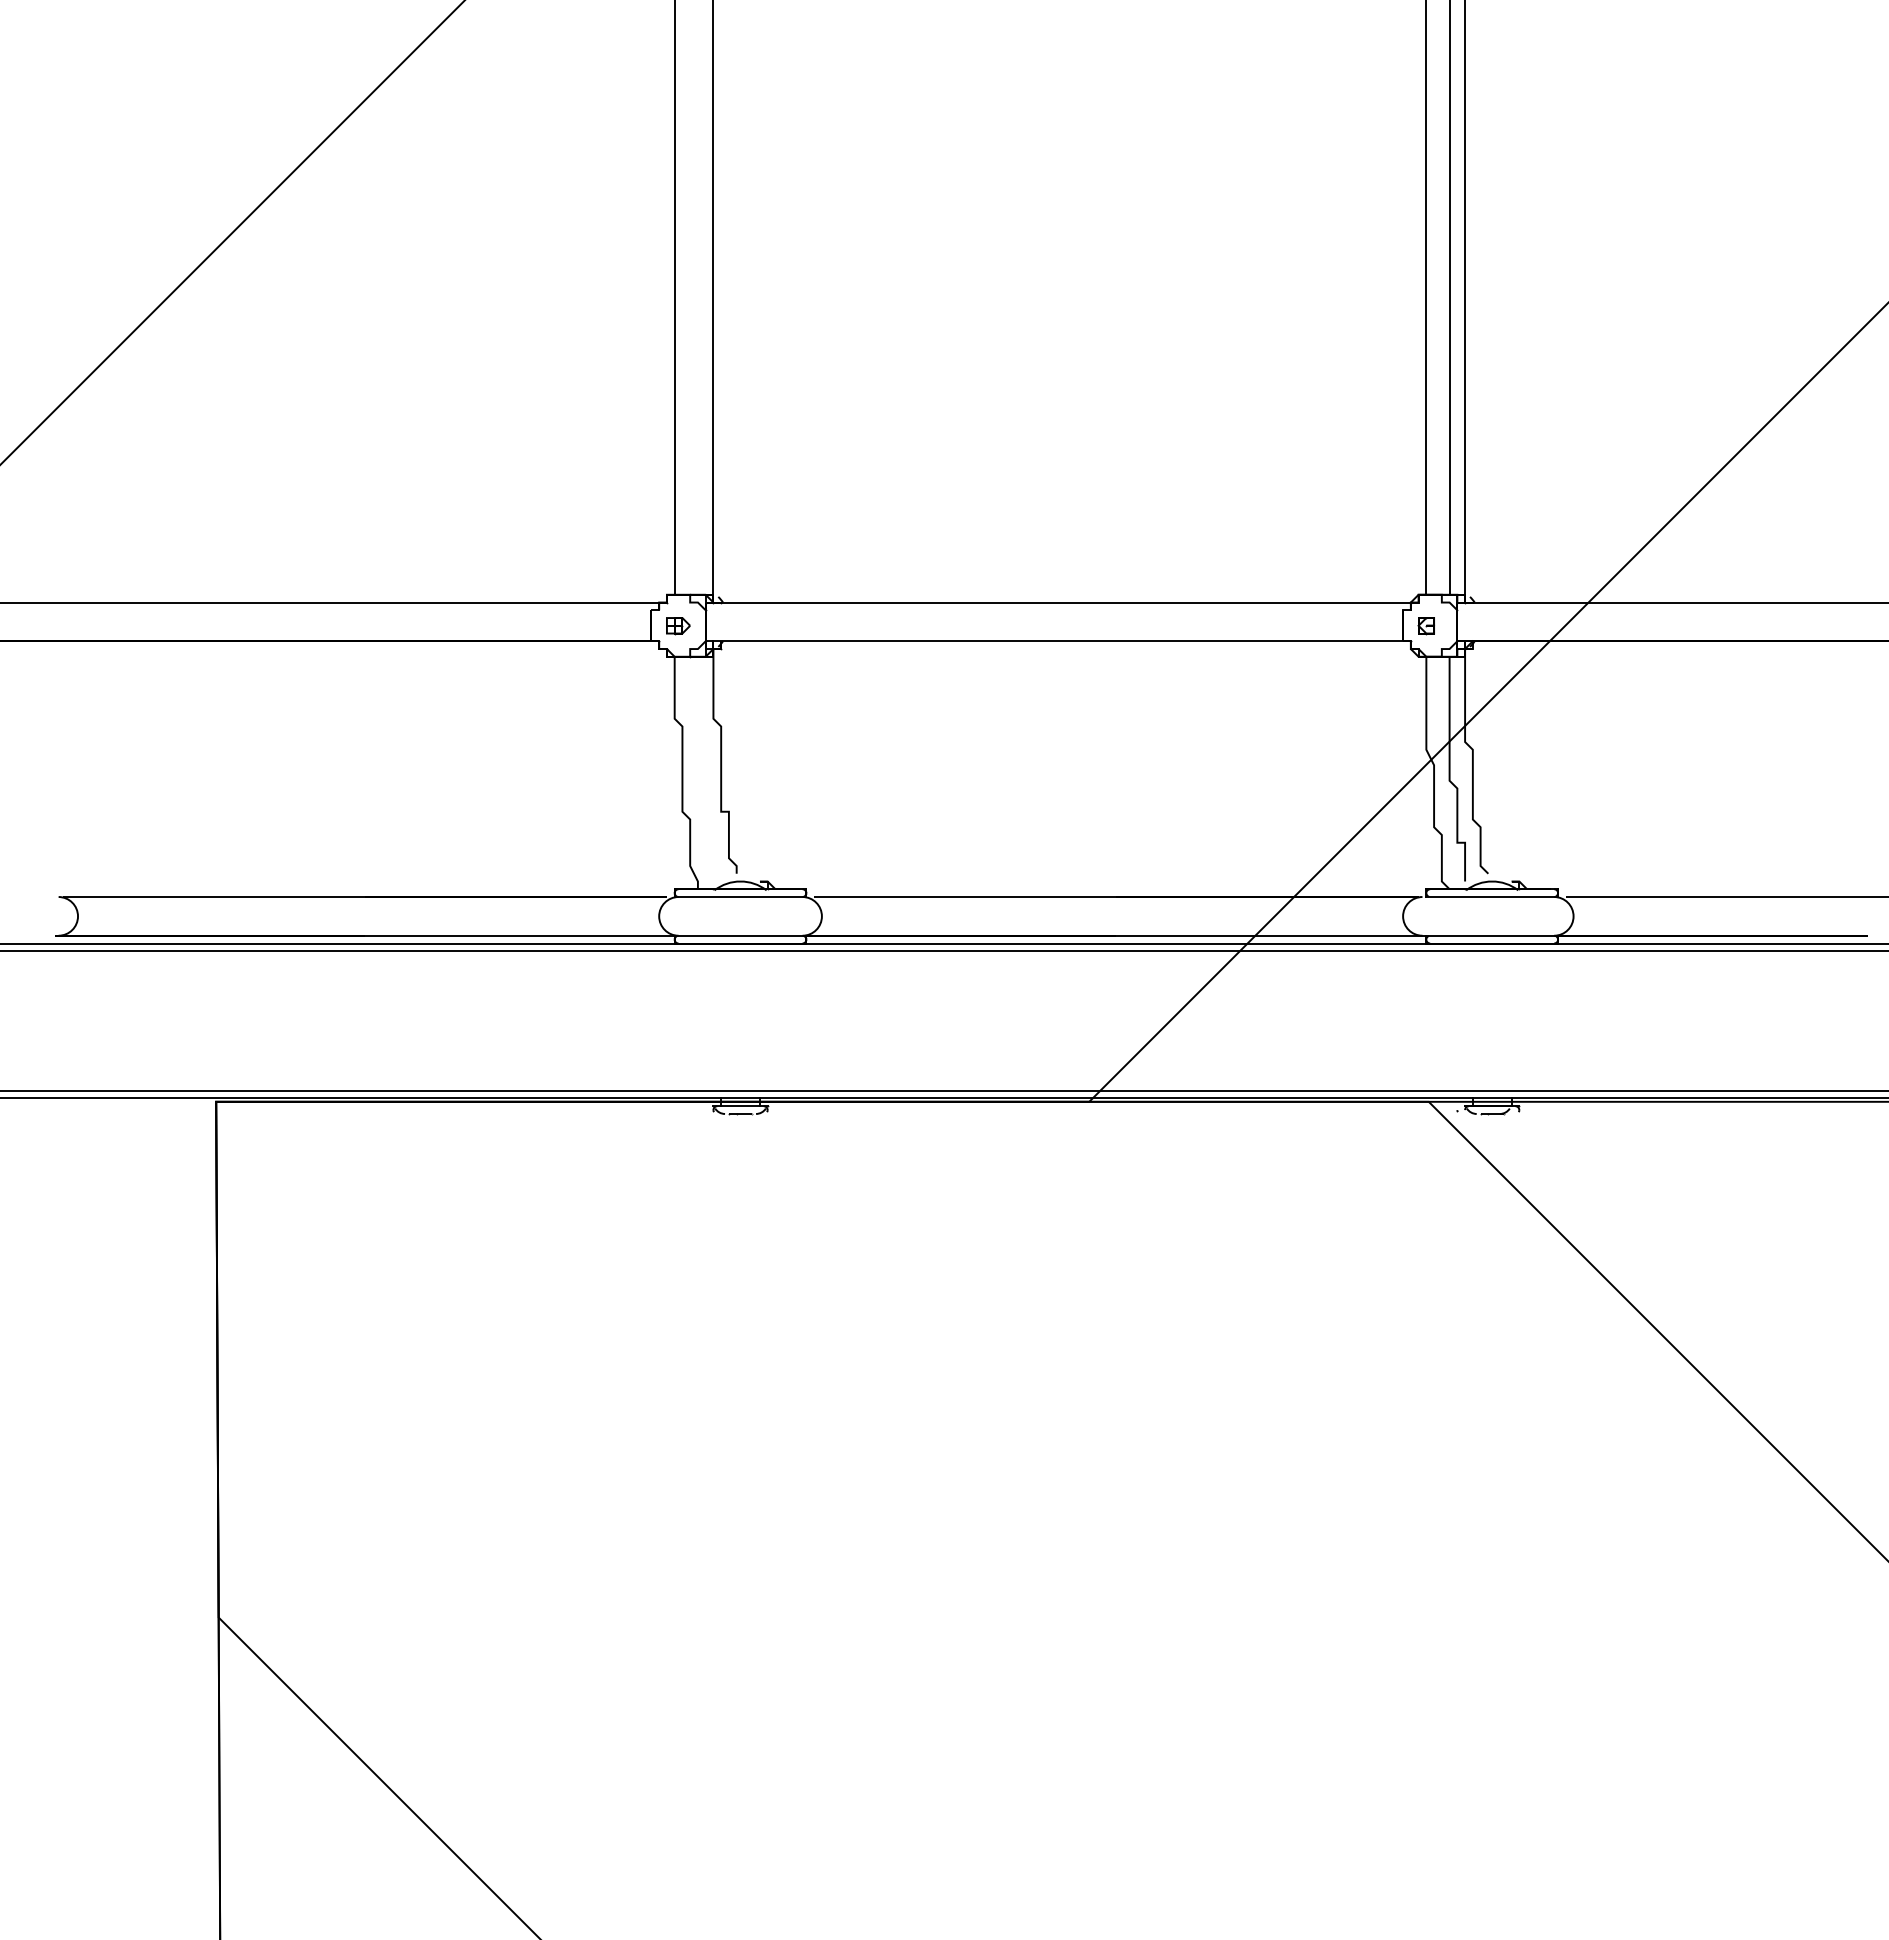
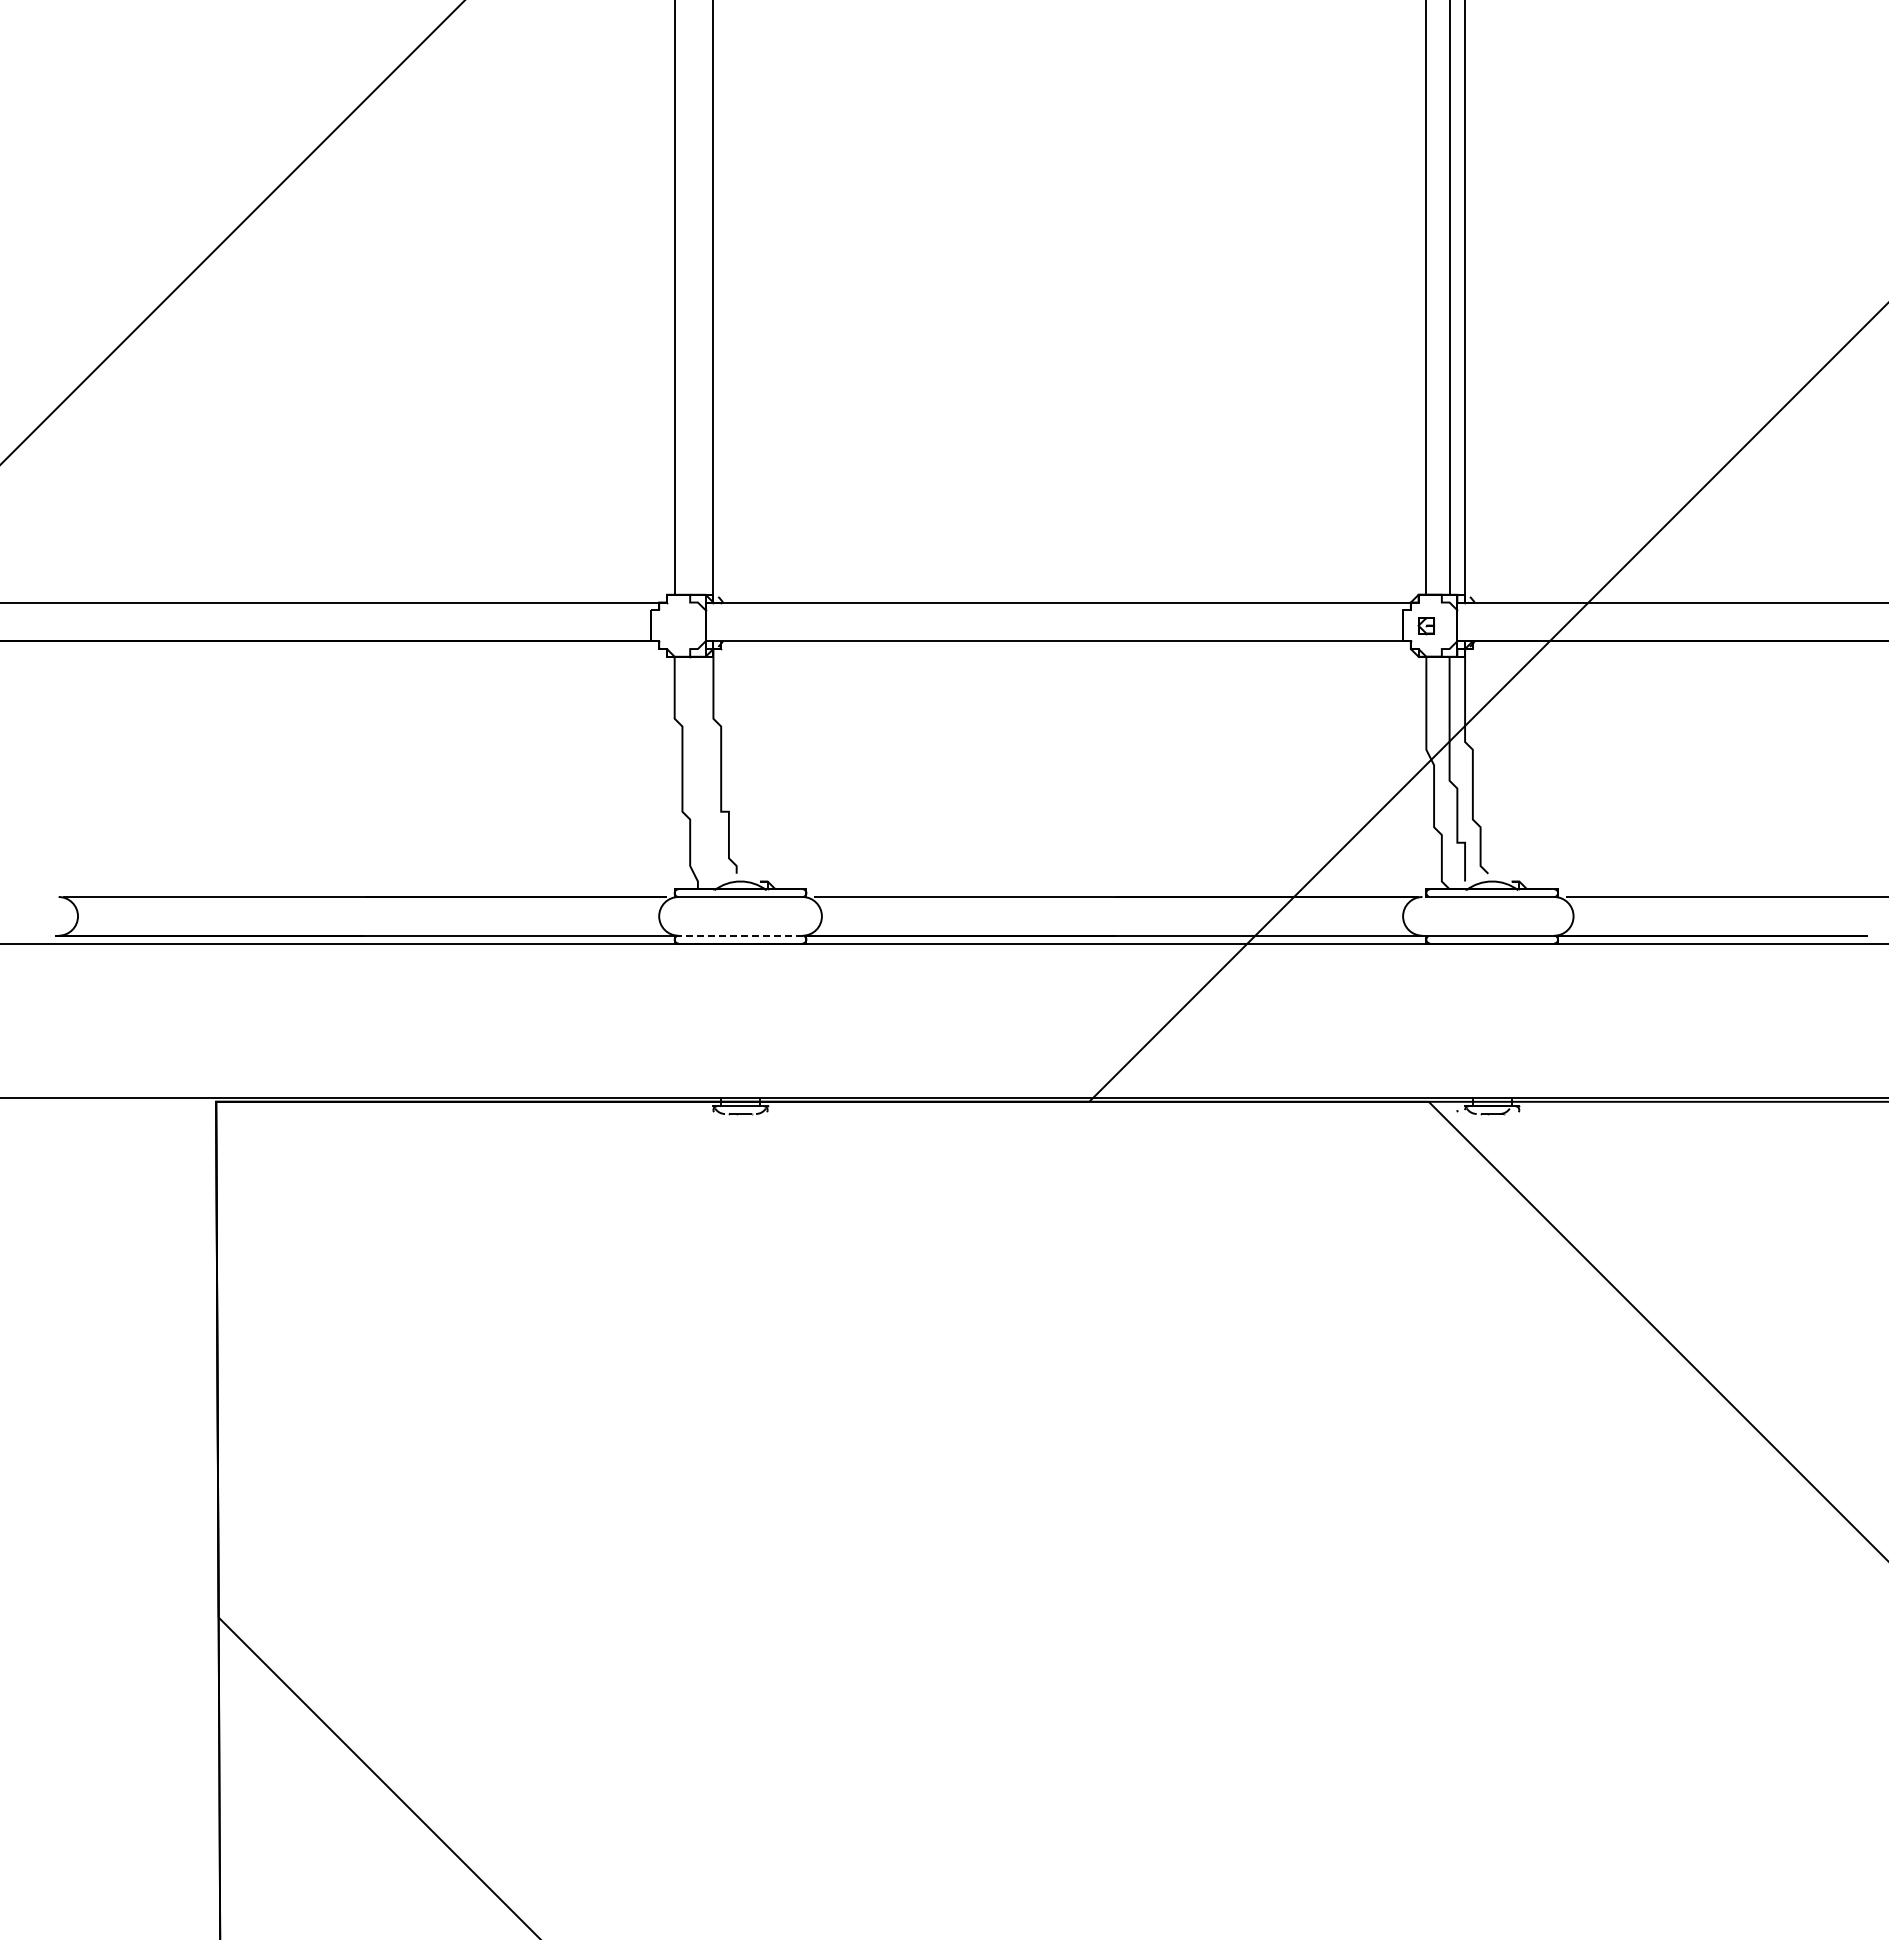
part at (678, 626): present -> none
line at (740, 935): solid -> dashed
line at (943, 951): present -> none
line at (943, 1090): present -> none
